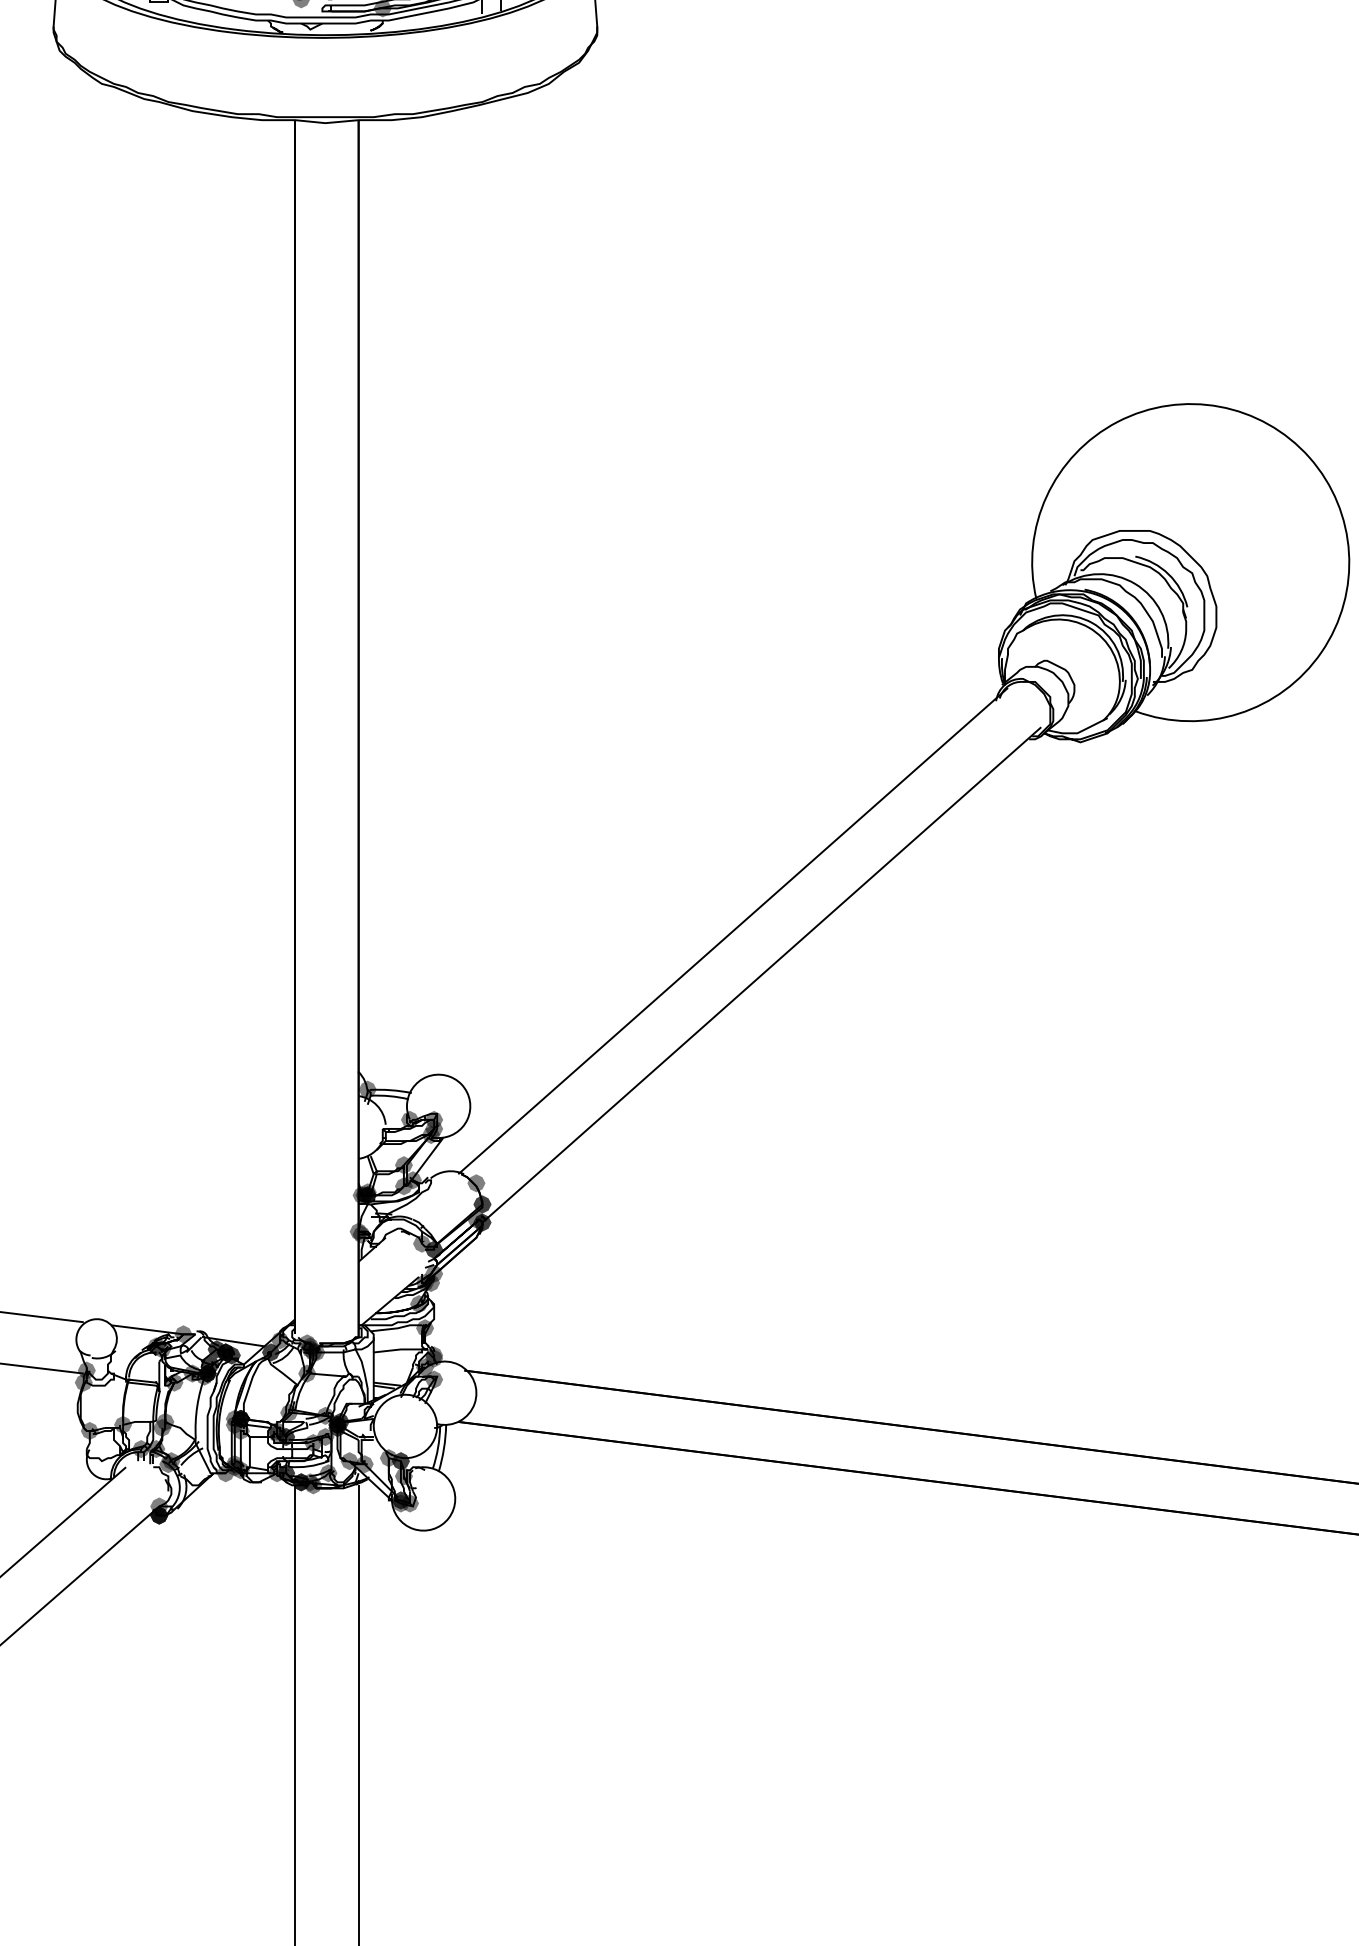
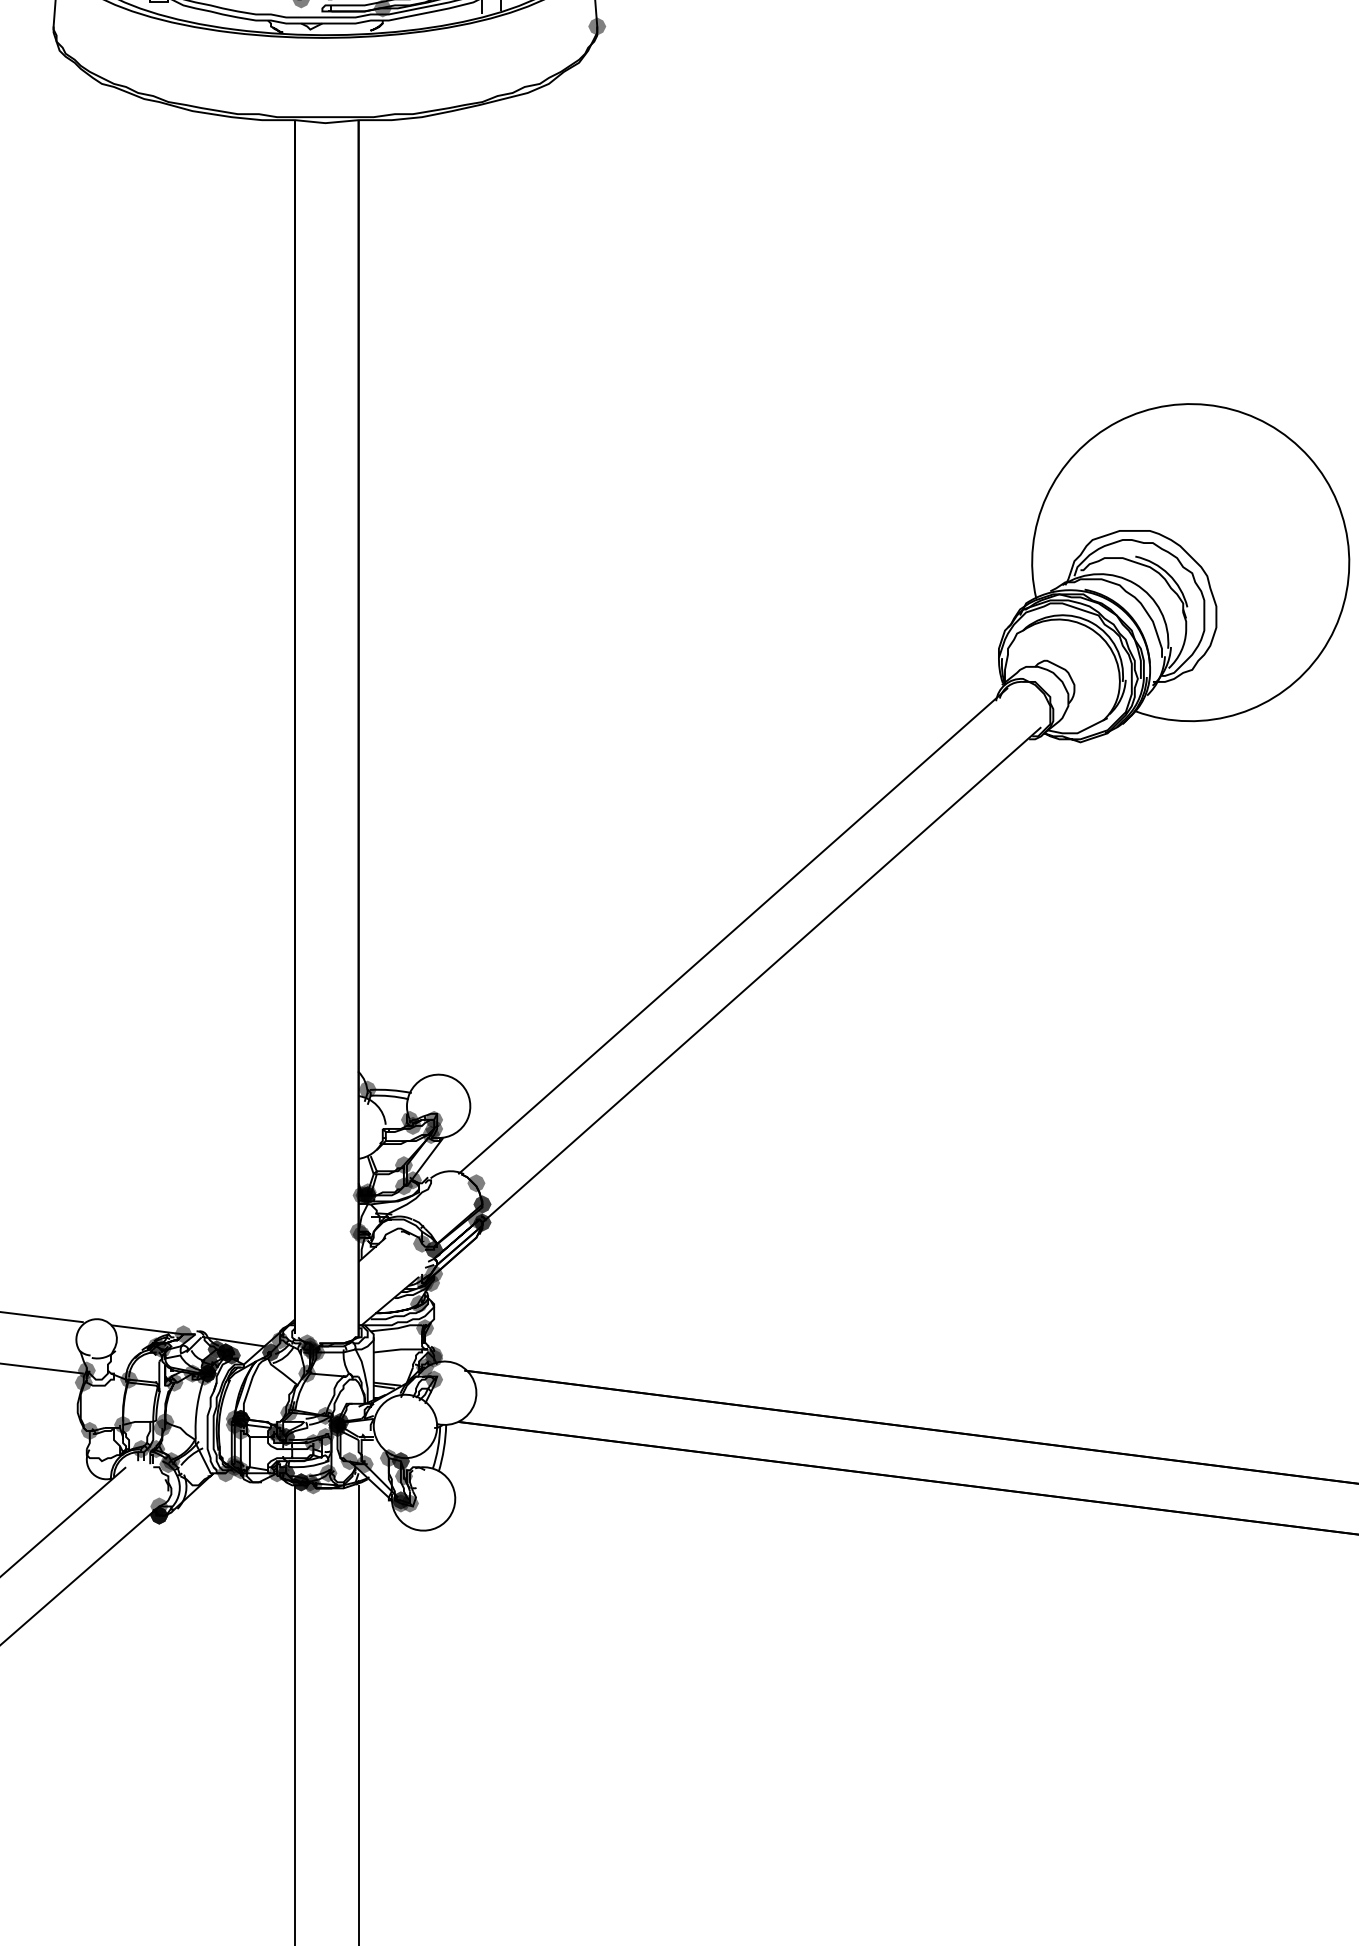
fill at (597, 26): none -> present
fill at (412, 1125): none -> present
fill at (129, 1379): none -> present
